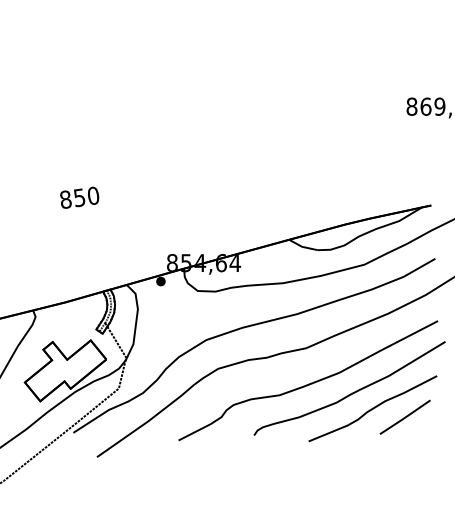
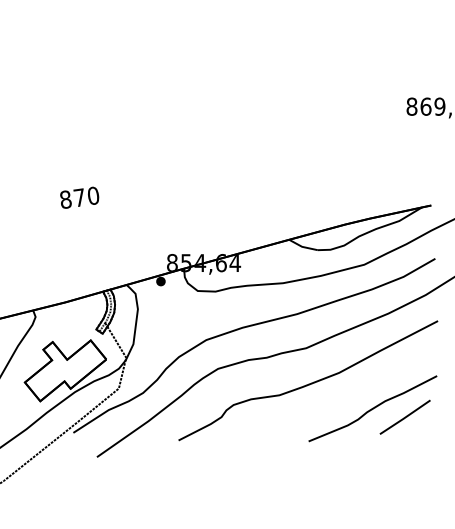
text at (79, 197): 850 -> 870
part at (349, 388): present -> none
